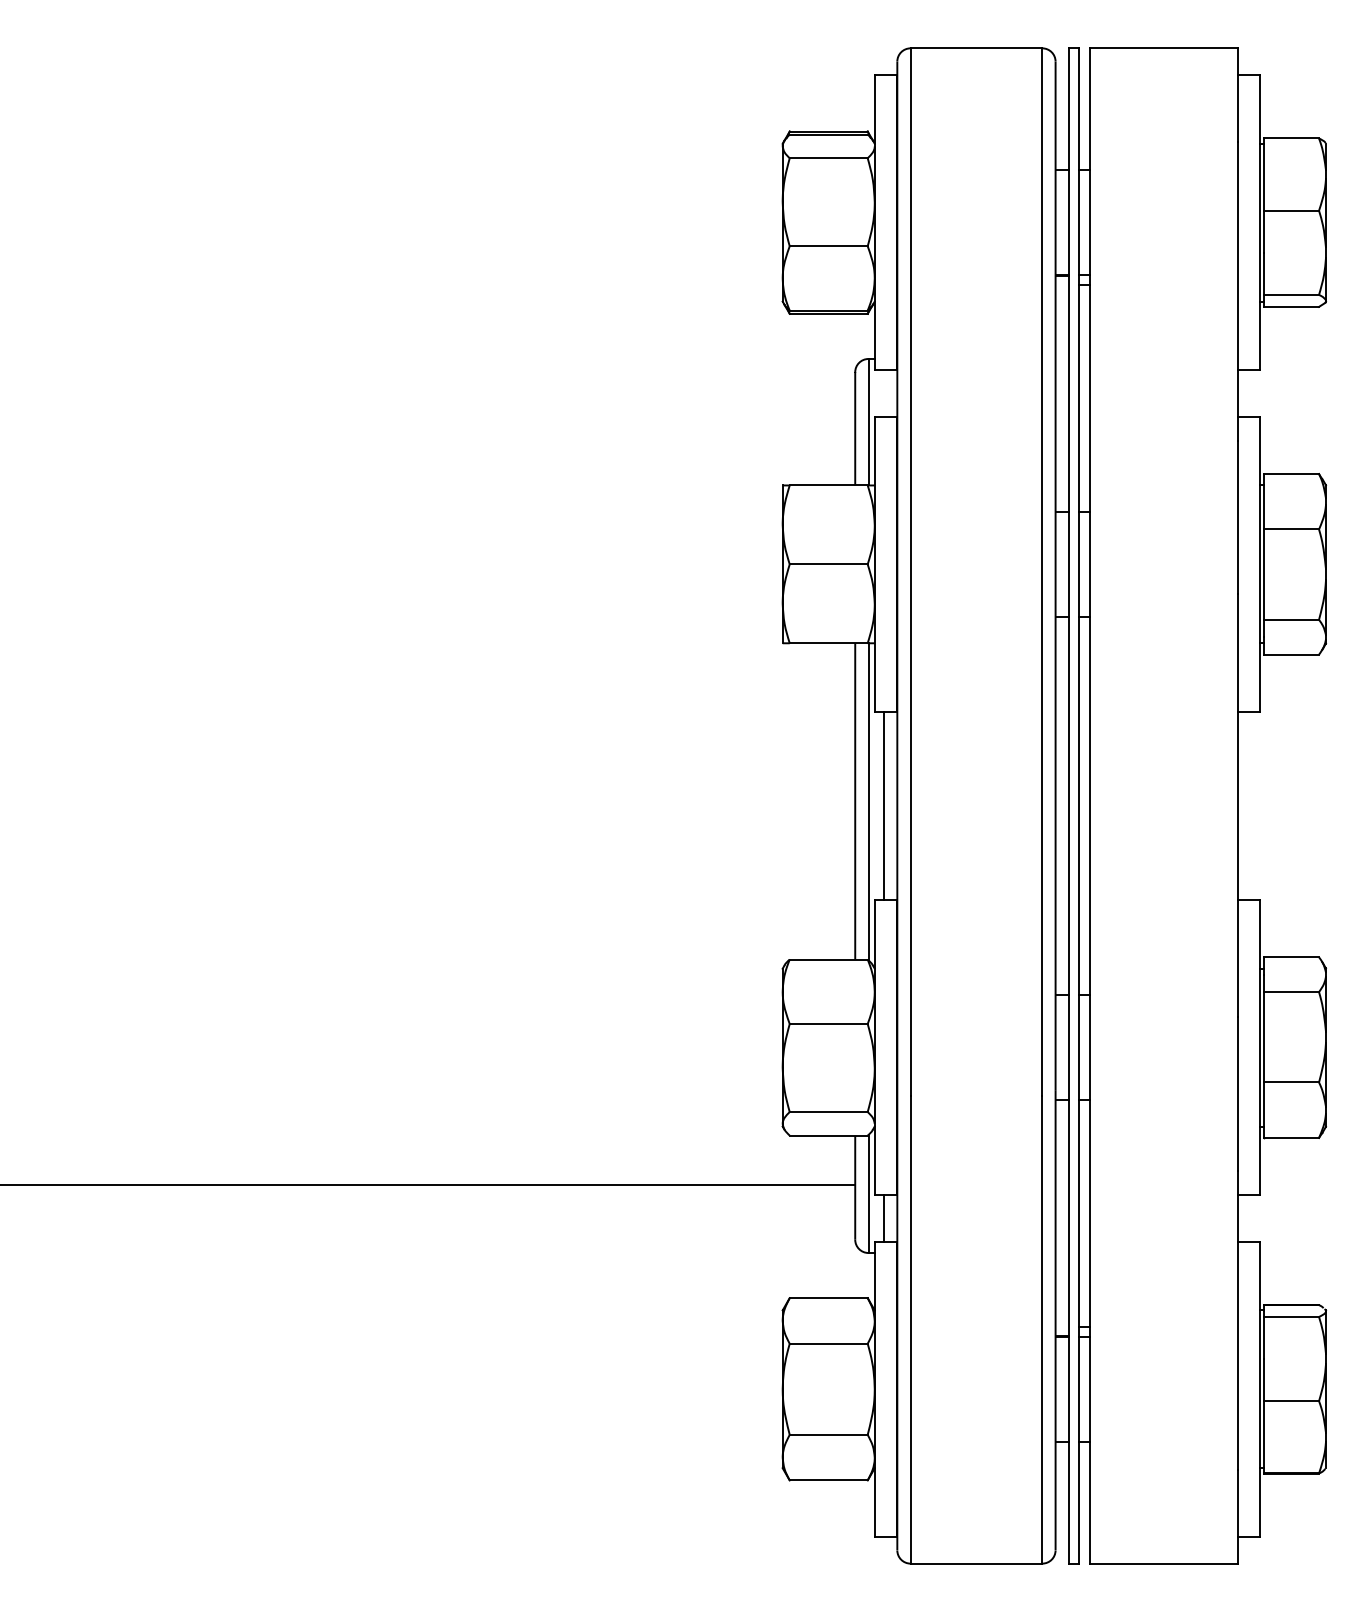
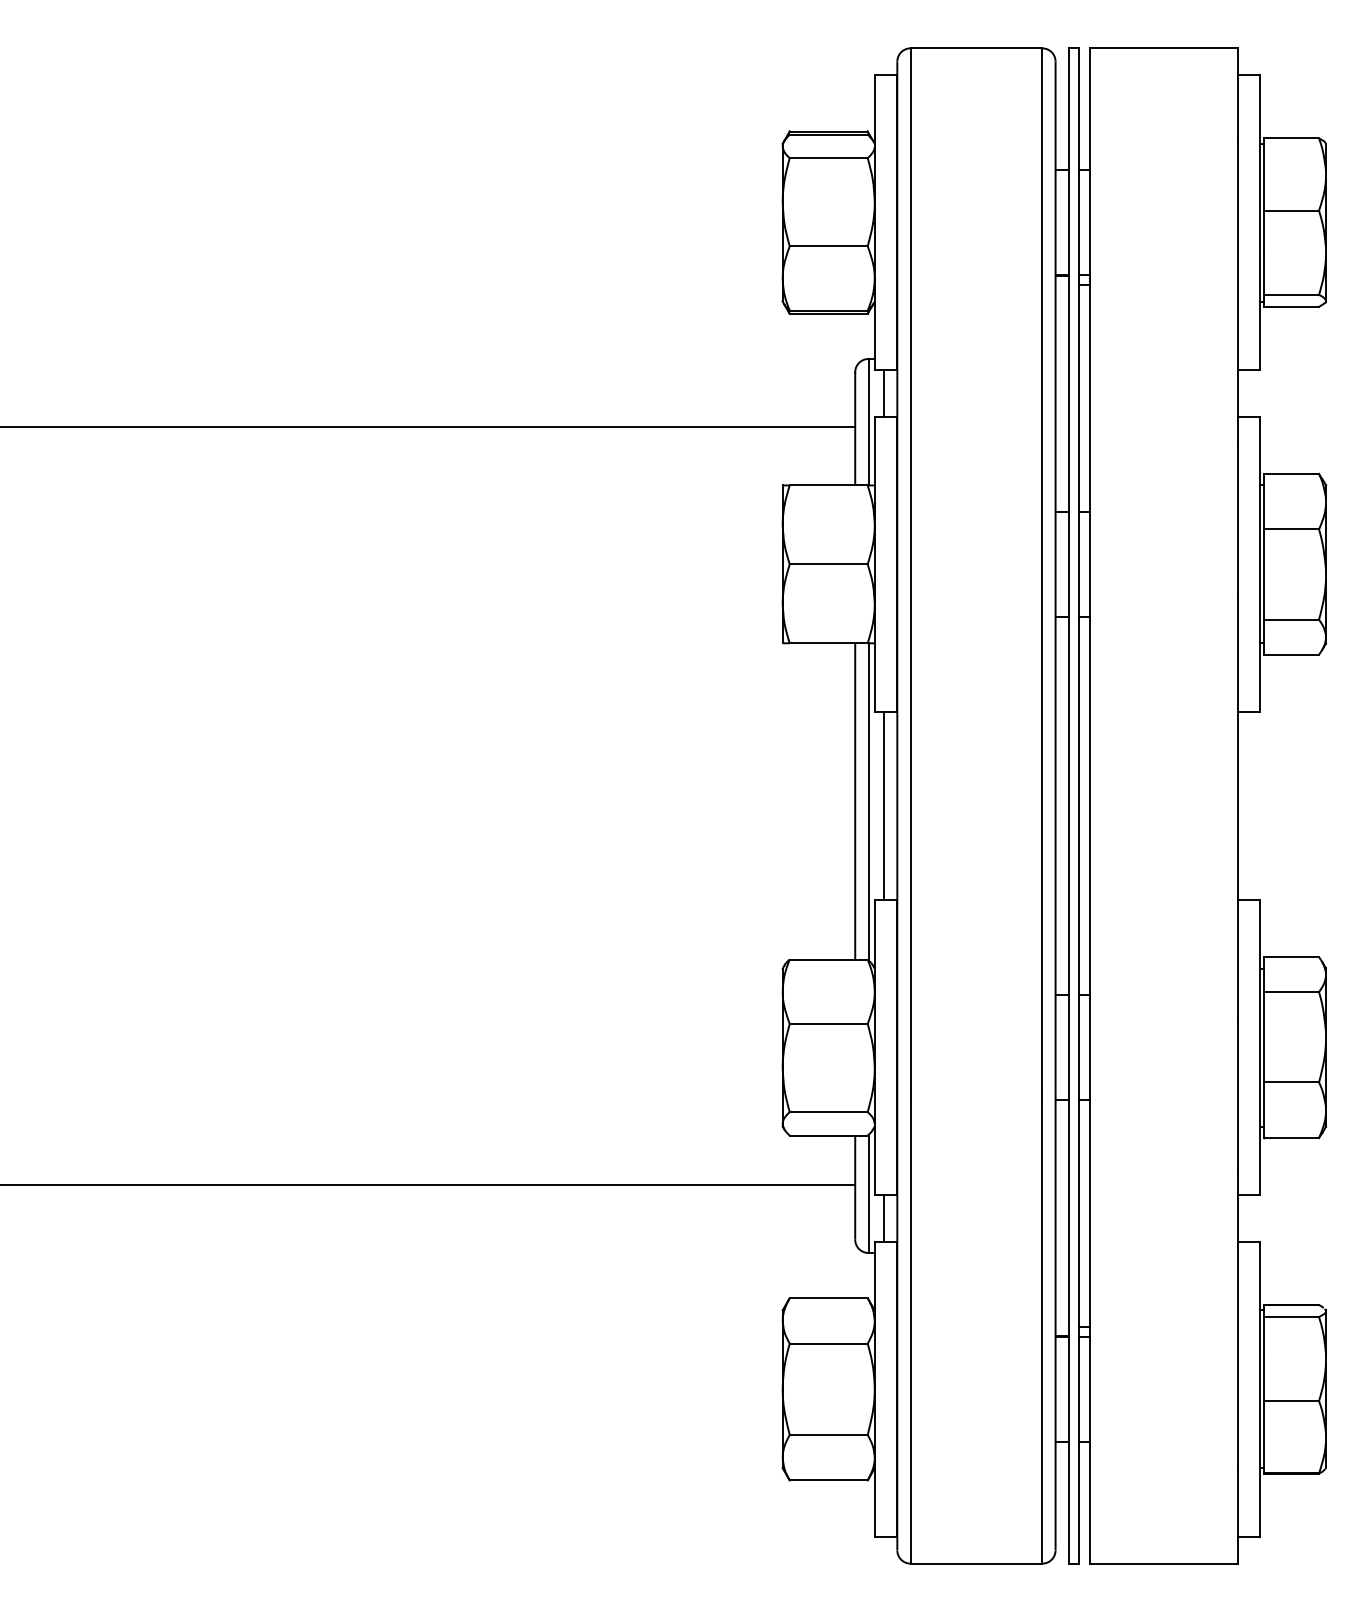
line at (884, 393): none -> present
line at (428, 427): none -> present
